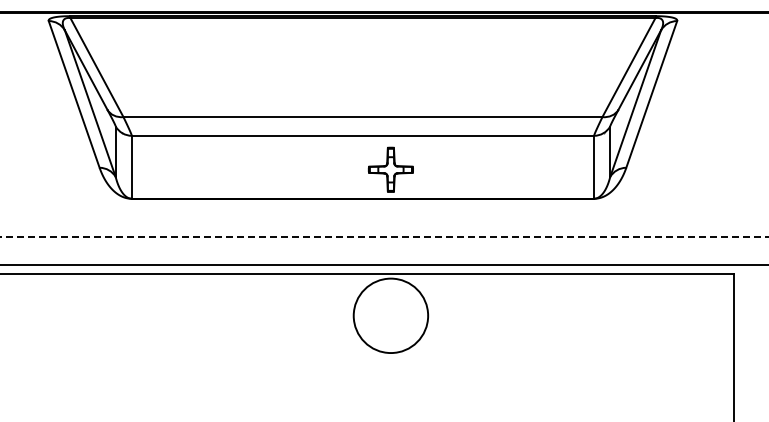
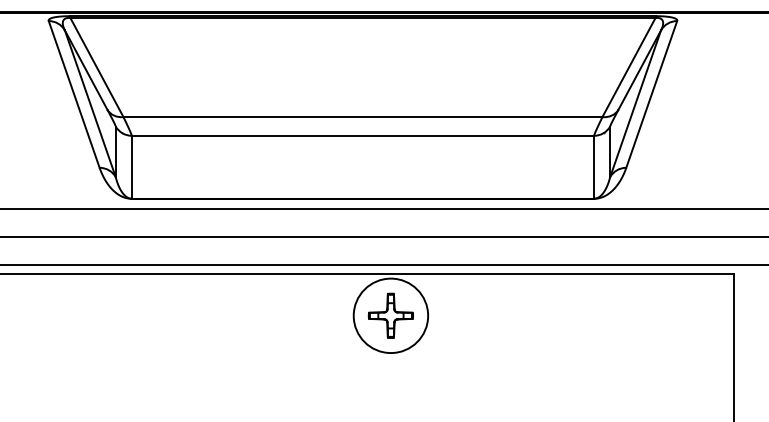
part at (390, 169) position: (390, 169) -> (390, 315)
line at (383, 208): none -> present
line at (384, 237): dashed -> solid
